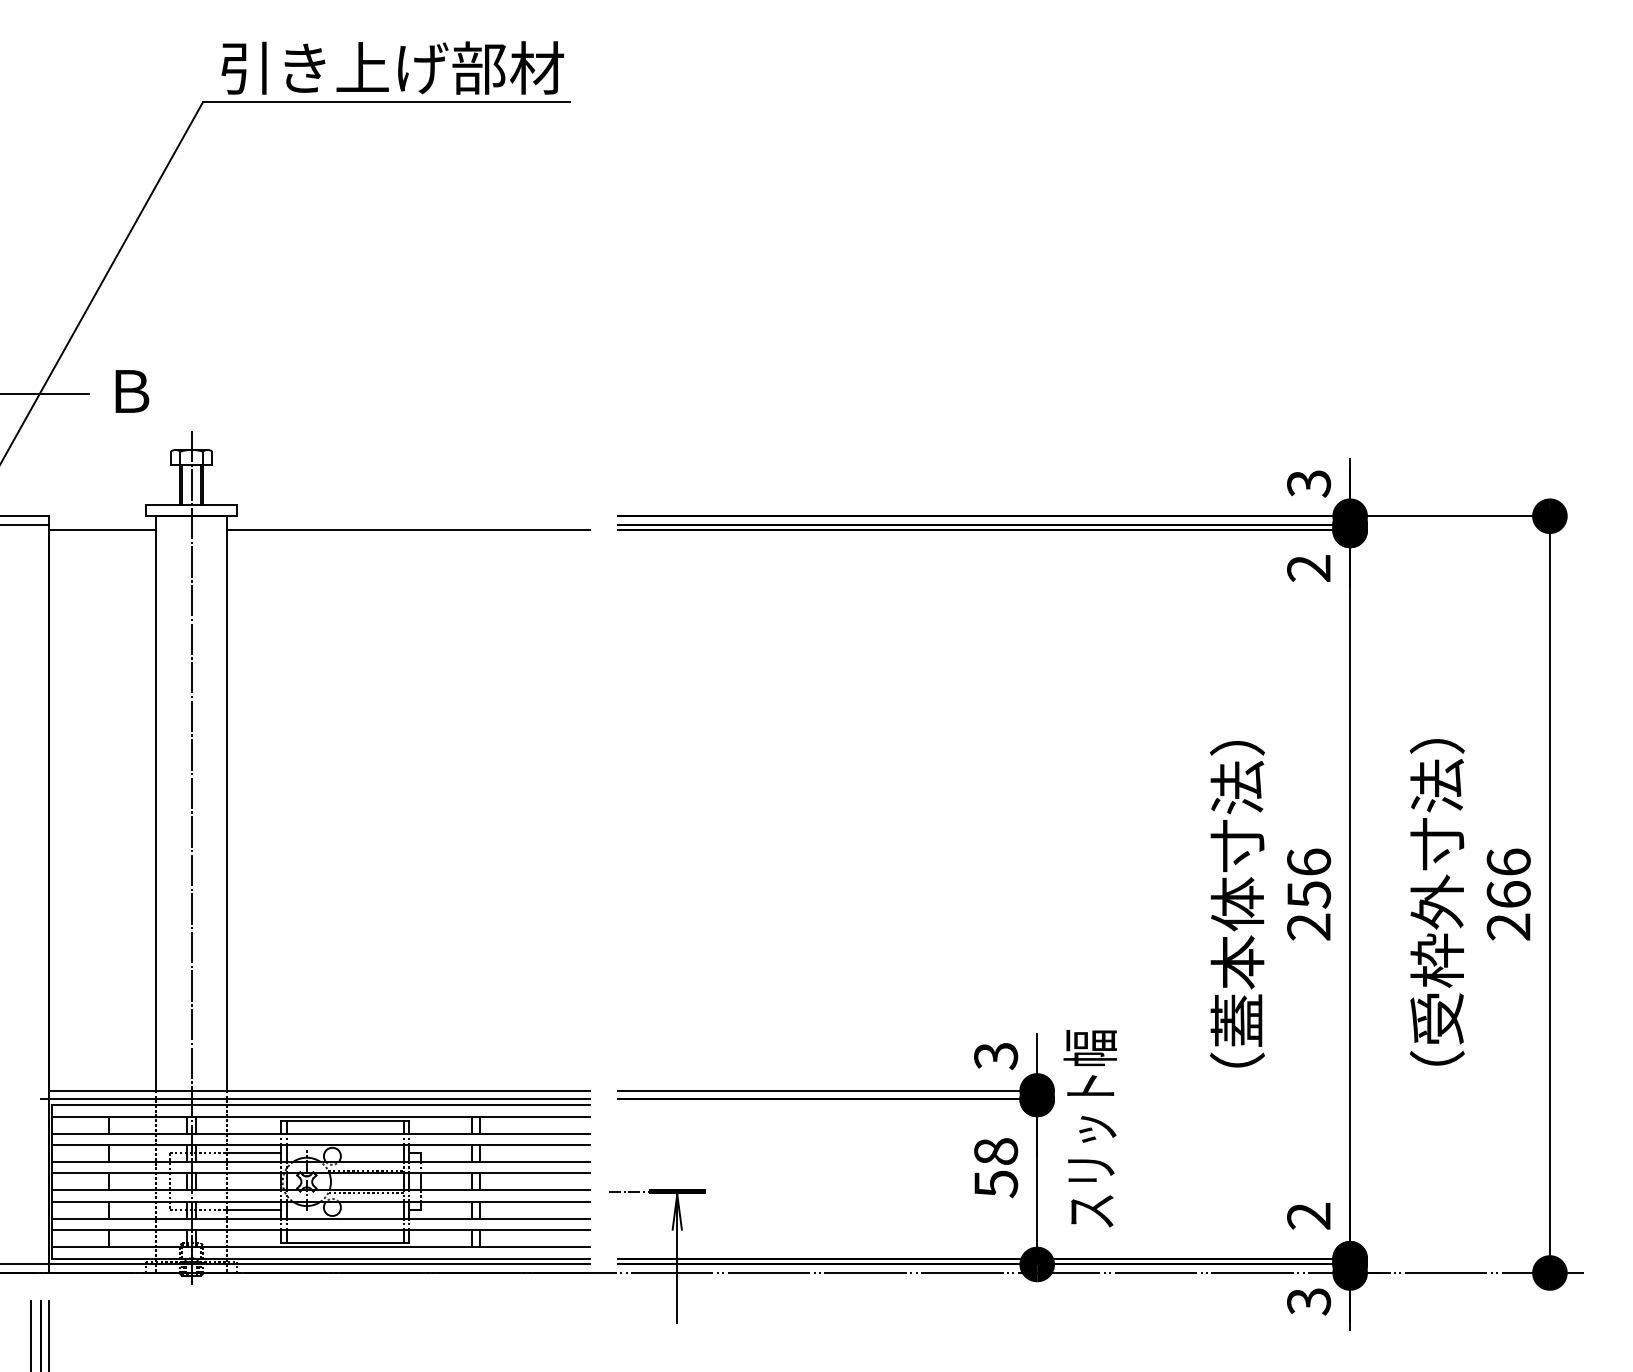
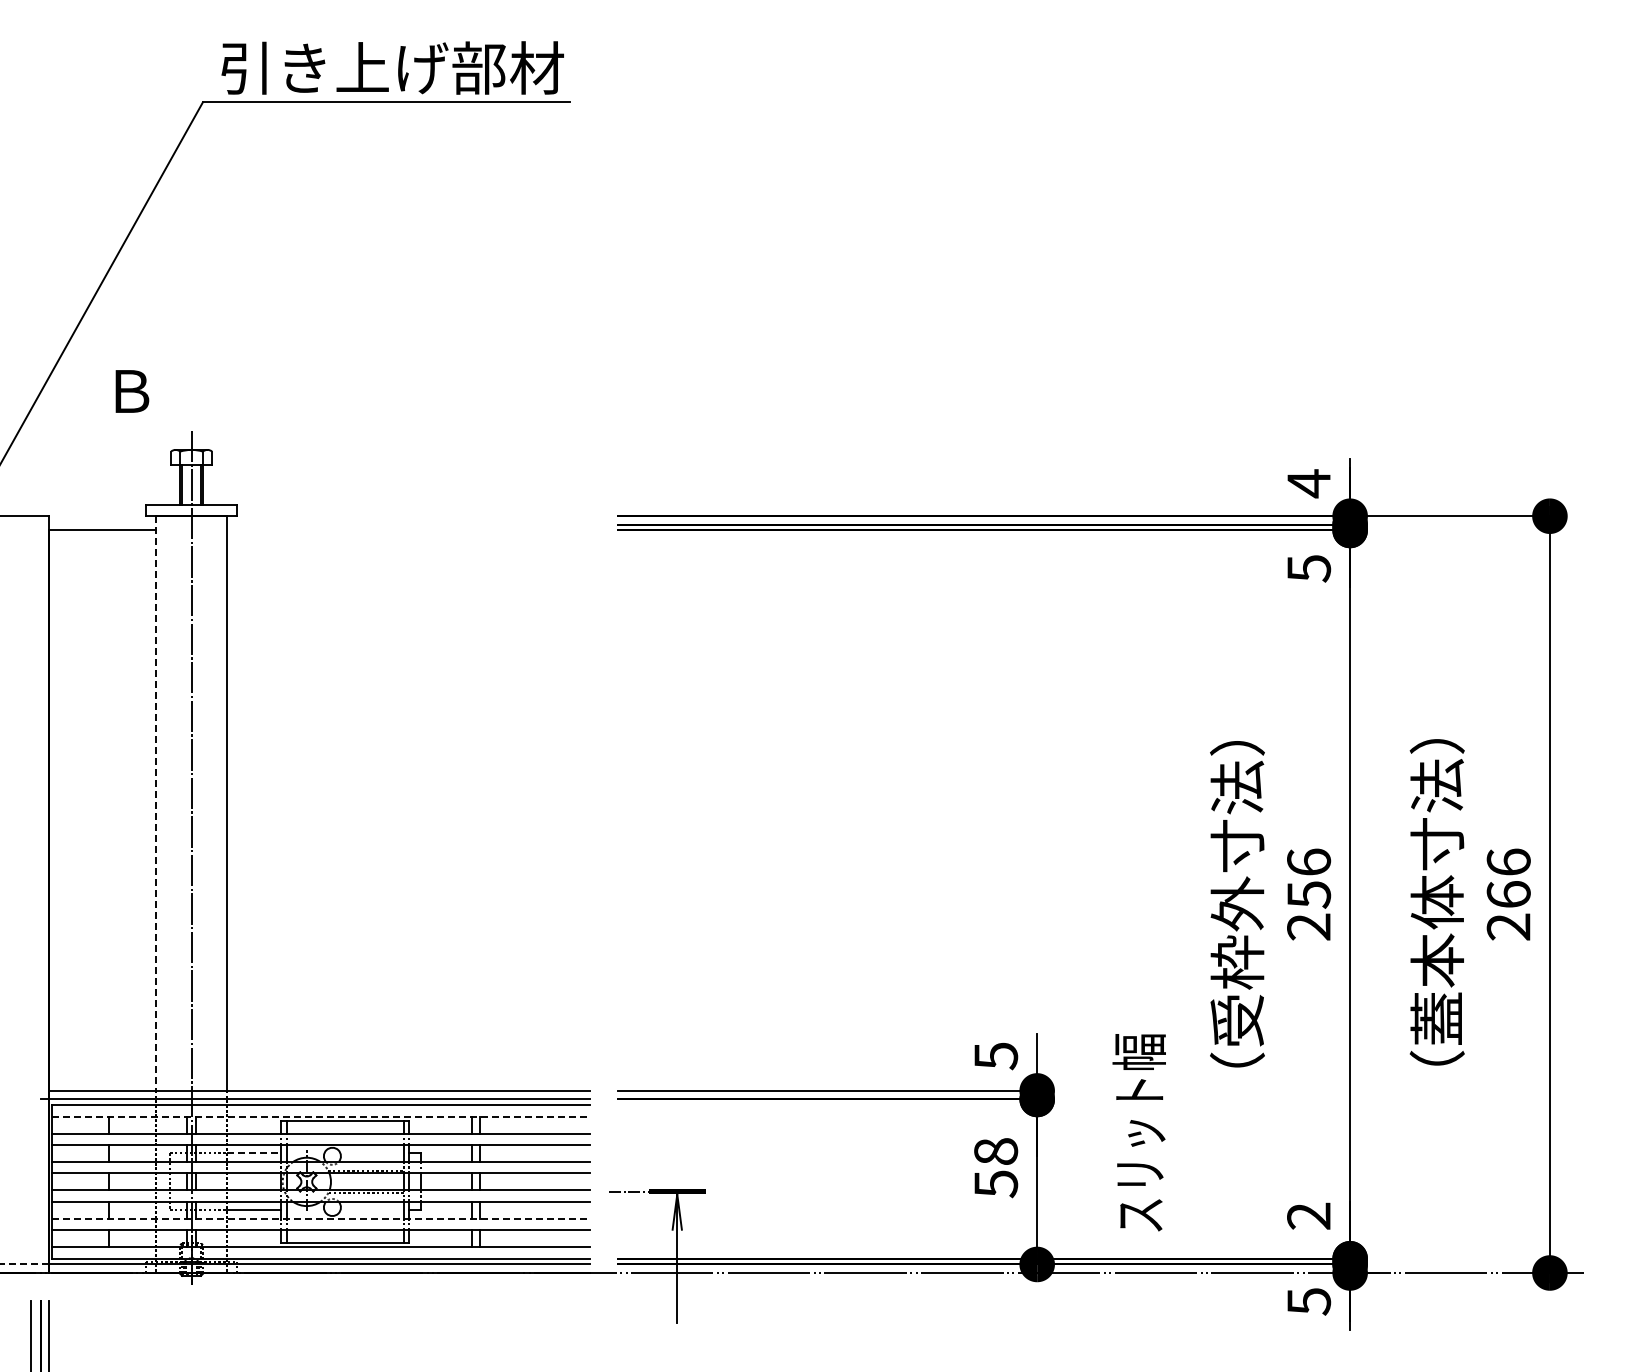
line at (45, 393): present -> none
text at (1309, 483): 3 -> 4
line at (25, 524): present -> none
line at (408, 530): present -> none
text at (1309, 568): 2 -> 5
line at (156, 804): solid -> dashed
text at (1436, 959): （受枠外寸法） -> （蓋本体寸法）
text at (1237, 961): （蓋本体寸法） -> （受枠外寸法）
text at (995, 1056): 3 -> 5
line at (321, 1116): solid -> dashed
text at (1089, 1128) position: (1089, 1128) -> (1138, 1132)
line at (254, 1153): solid -> dashed
line at (321, 1218): solid -> dashed
line at (25, 1264): solid -> dashed
text at (1308, 1301): 3 -> 5
